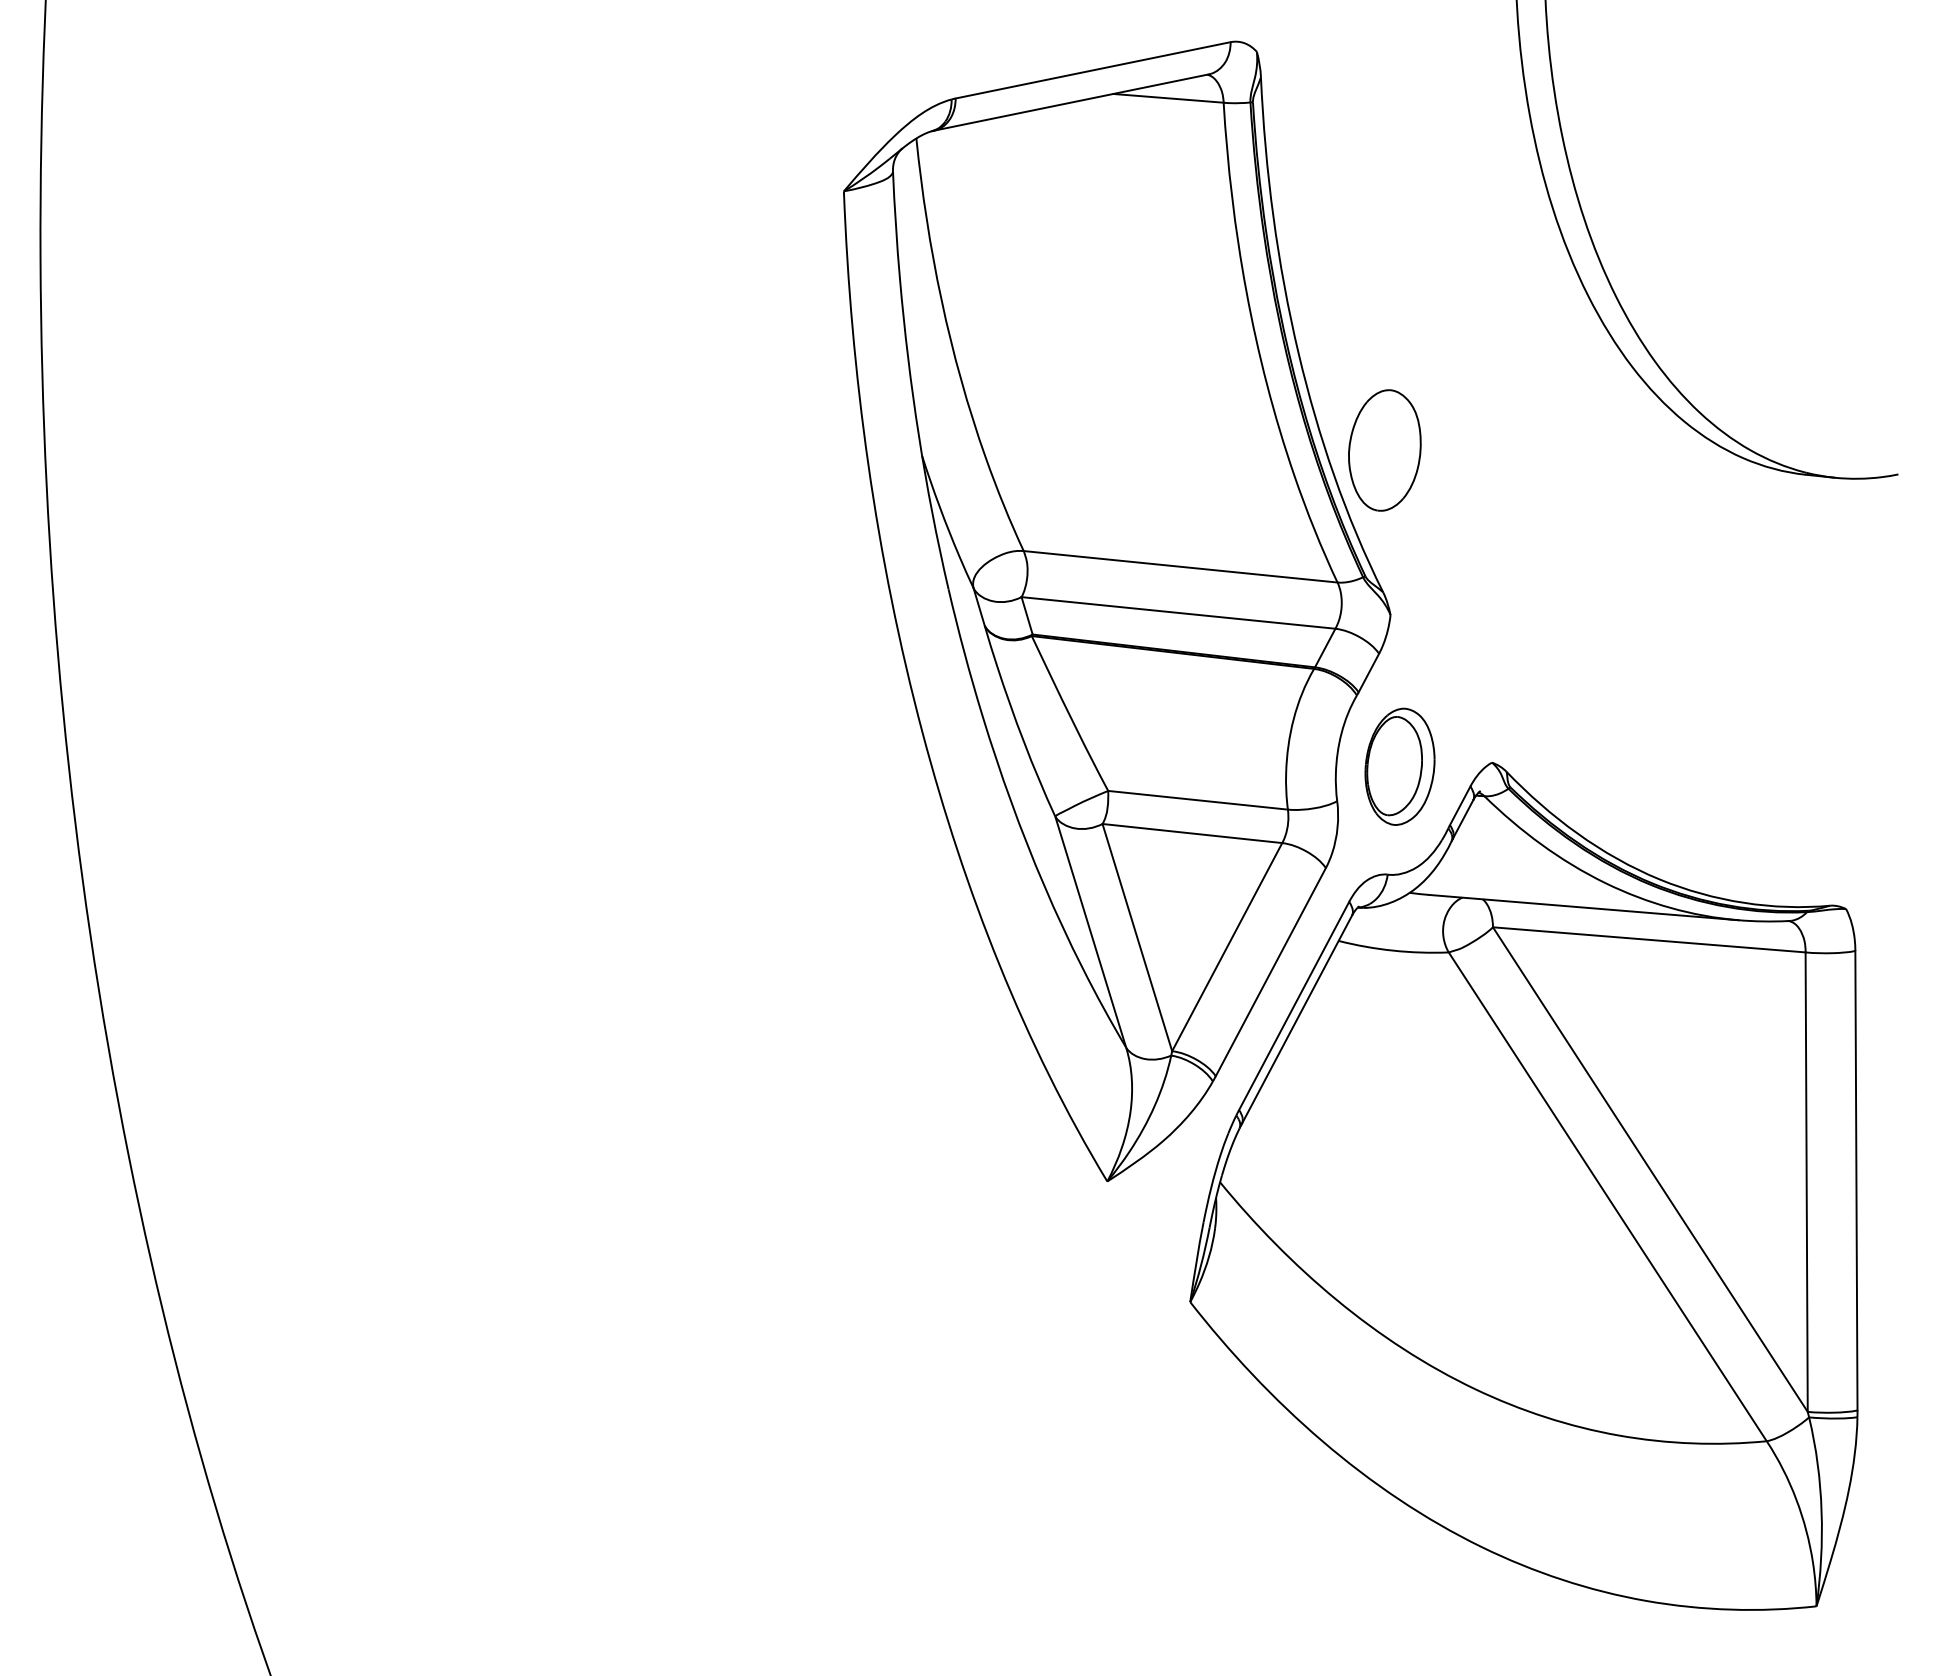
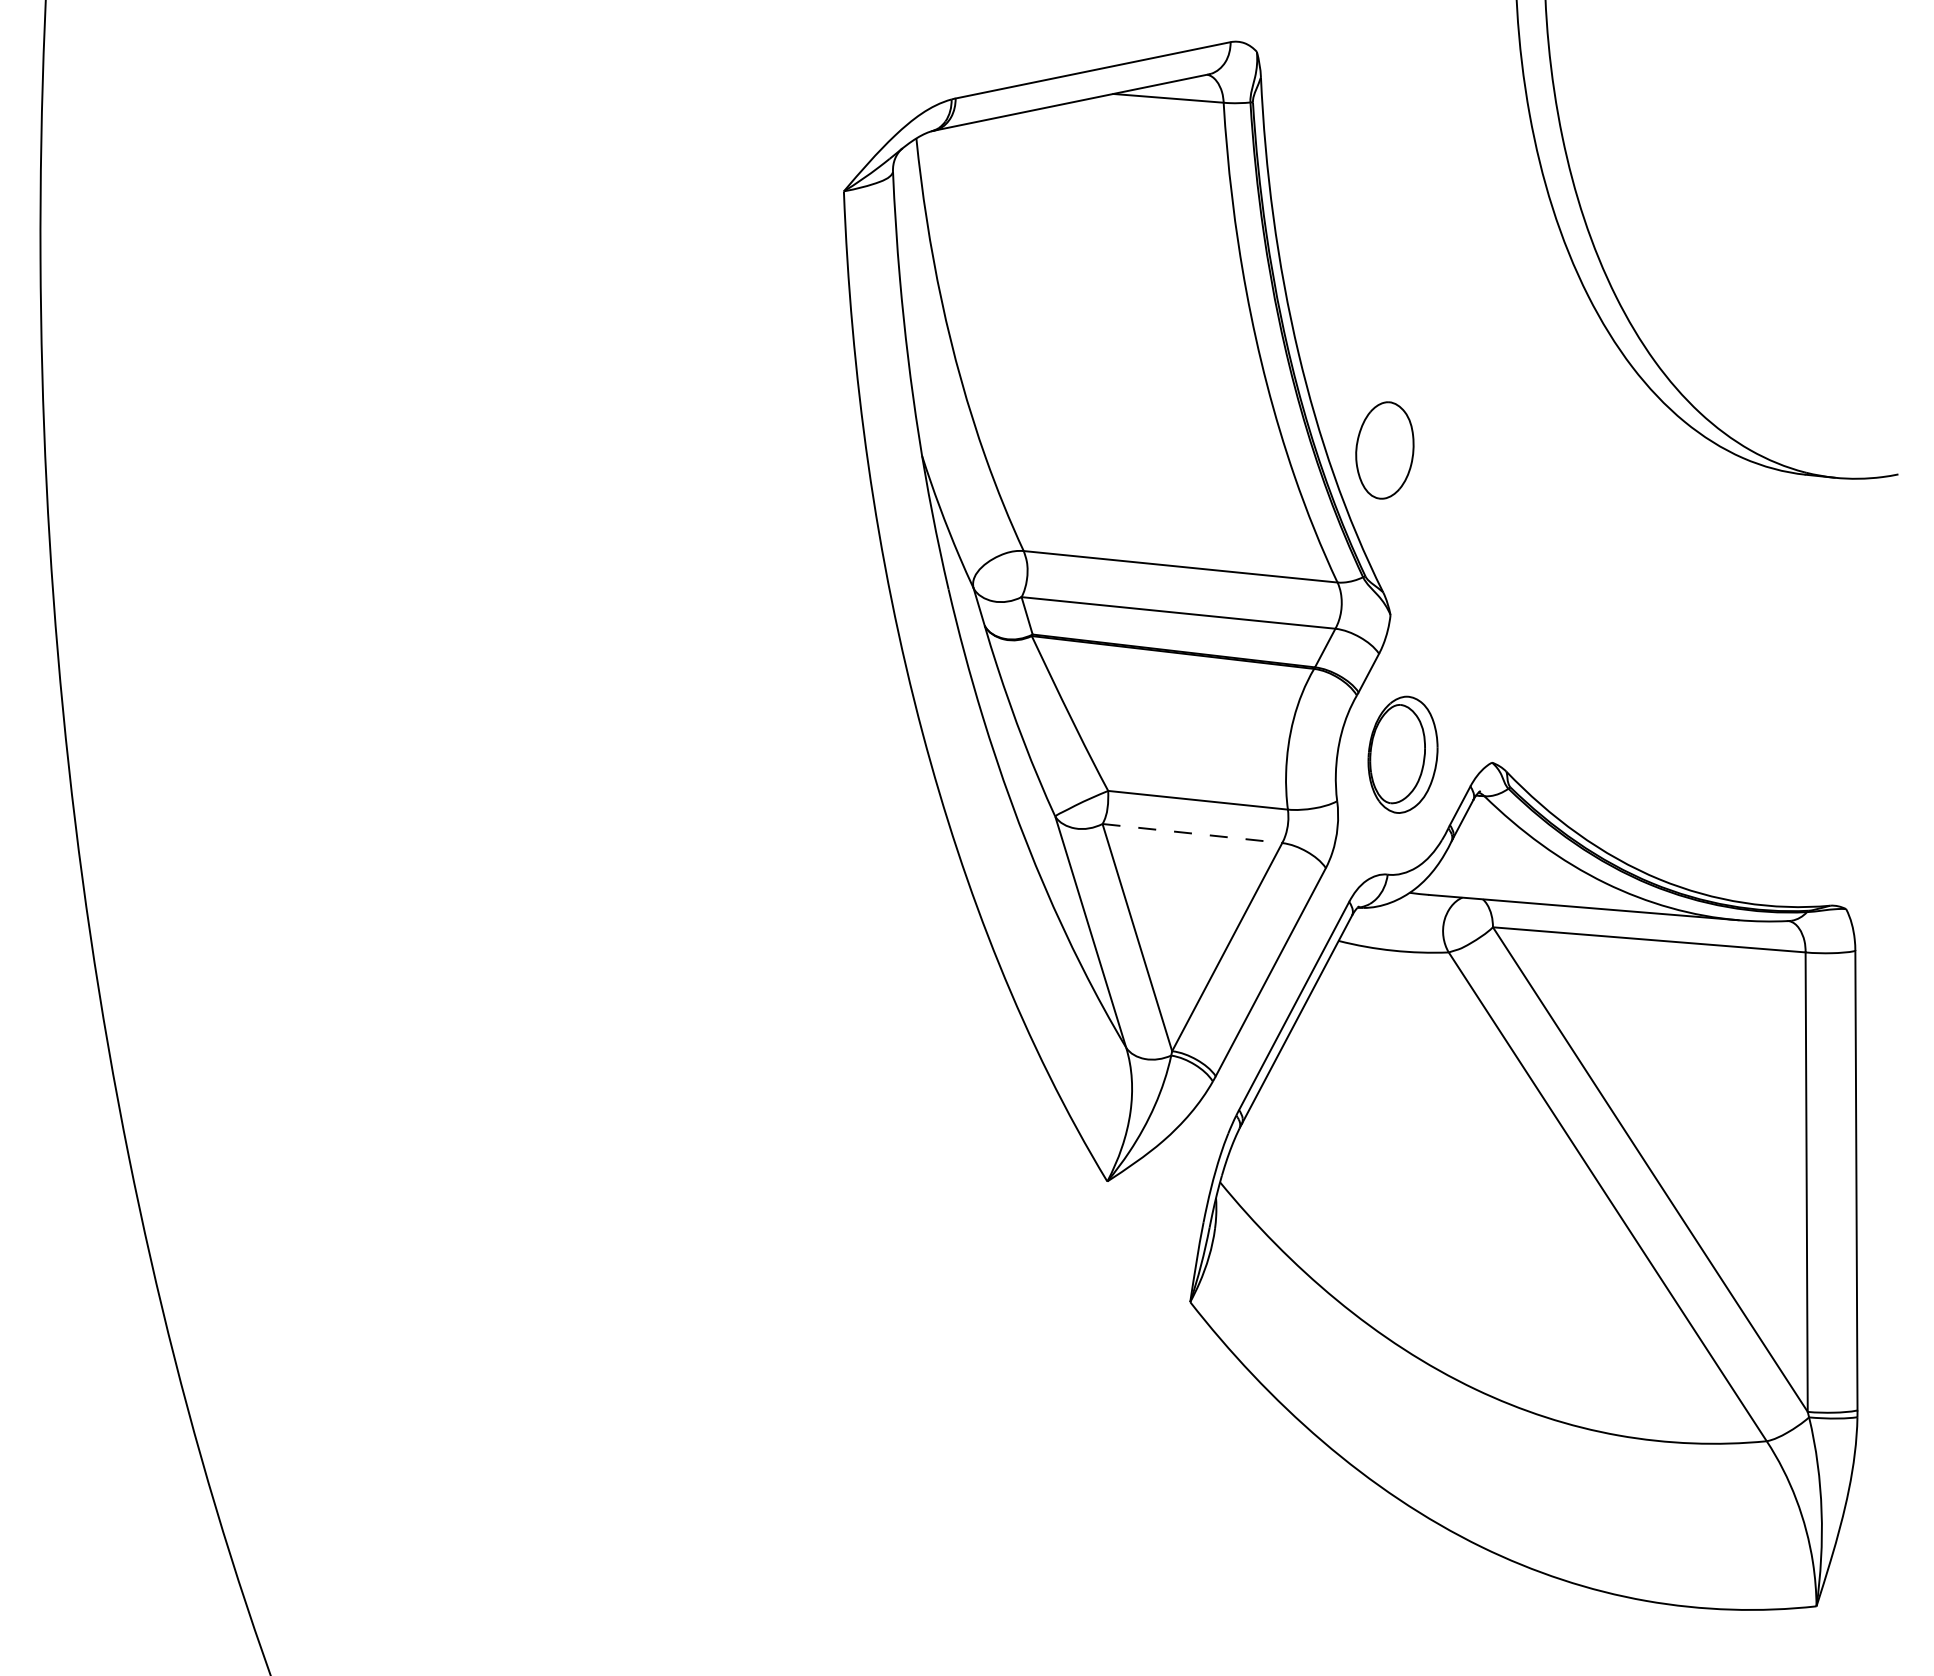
part at (1384, 450) size: 74x123 px -> 60x99 px
part at (1399, 766) position: (1399, 766) -> (1402, 754)
line at (1192, 833): solid -> dashed
